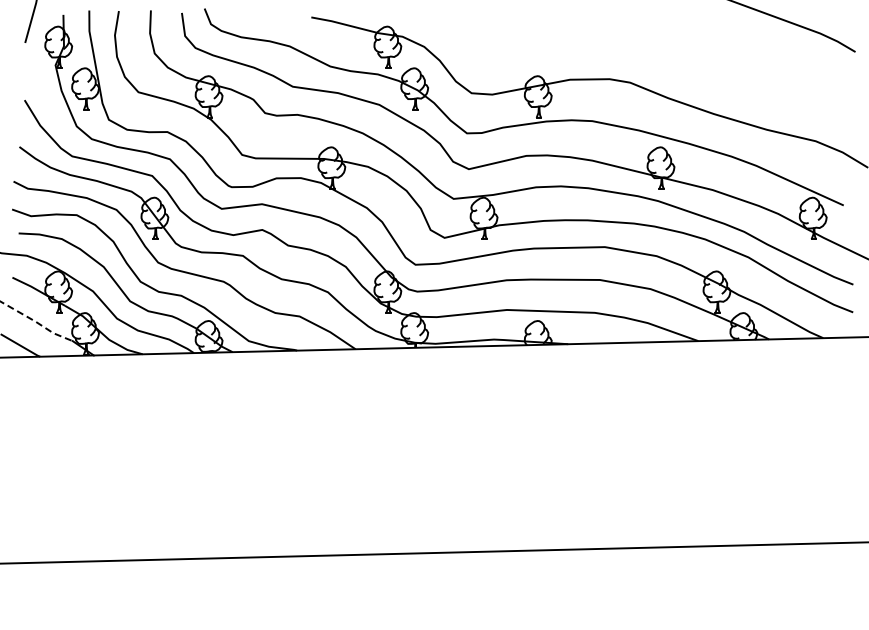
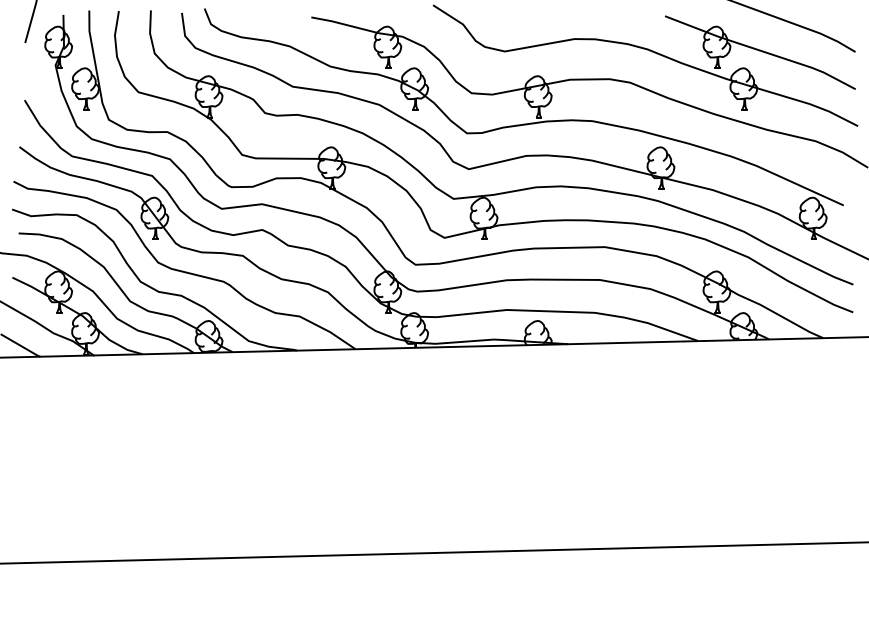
part at (649, 51): none -> present
line at (36, 322): dashed -> solid
